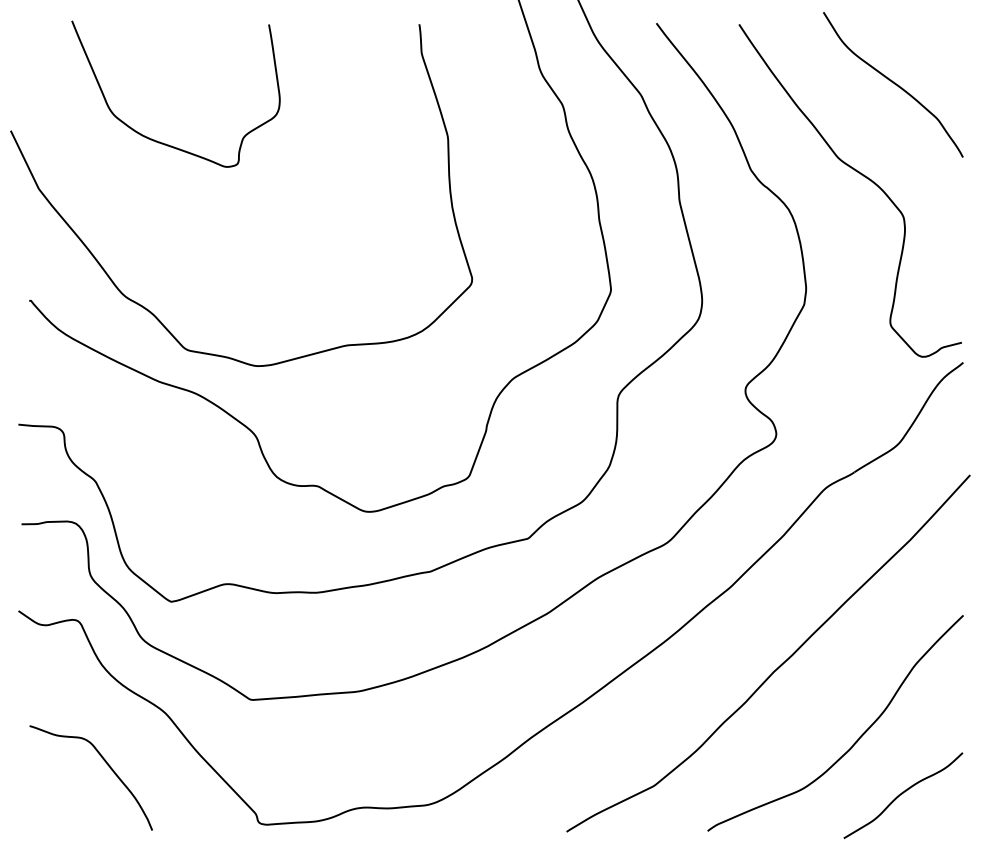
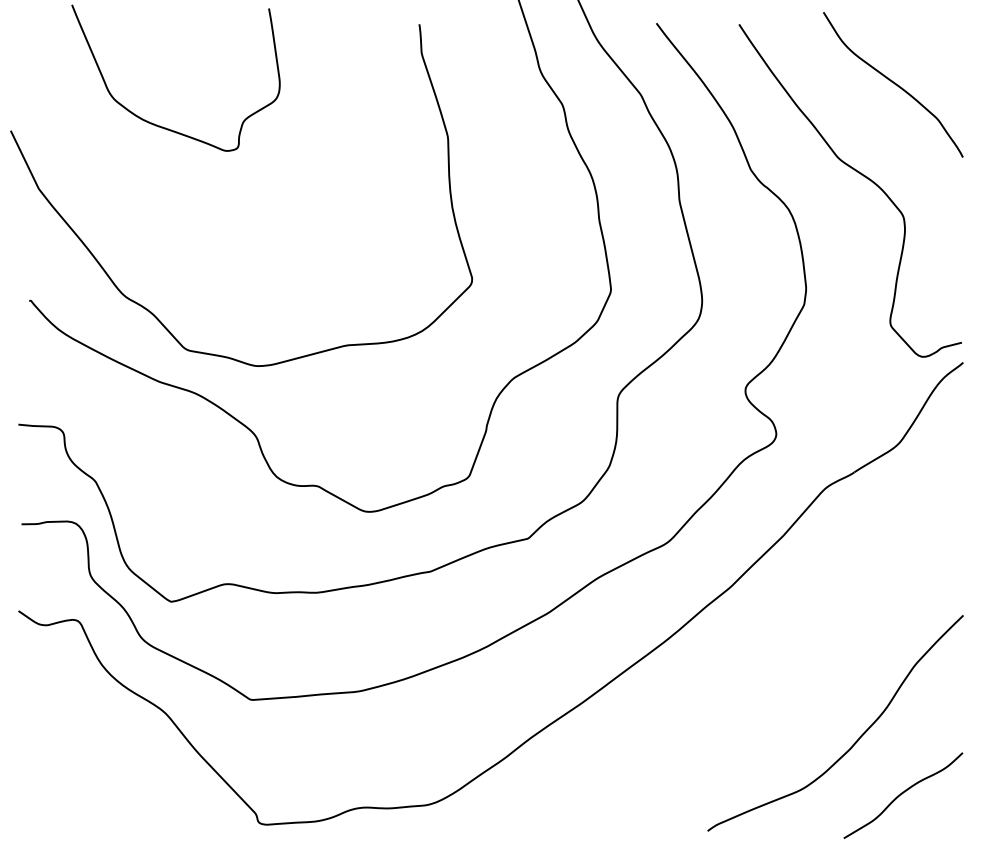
curve at (157, 140) position: (157, 140) -> (157, 124)
curve at (780, 664): present -> none
curve at (106, 764): present -> none
